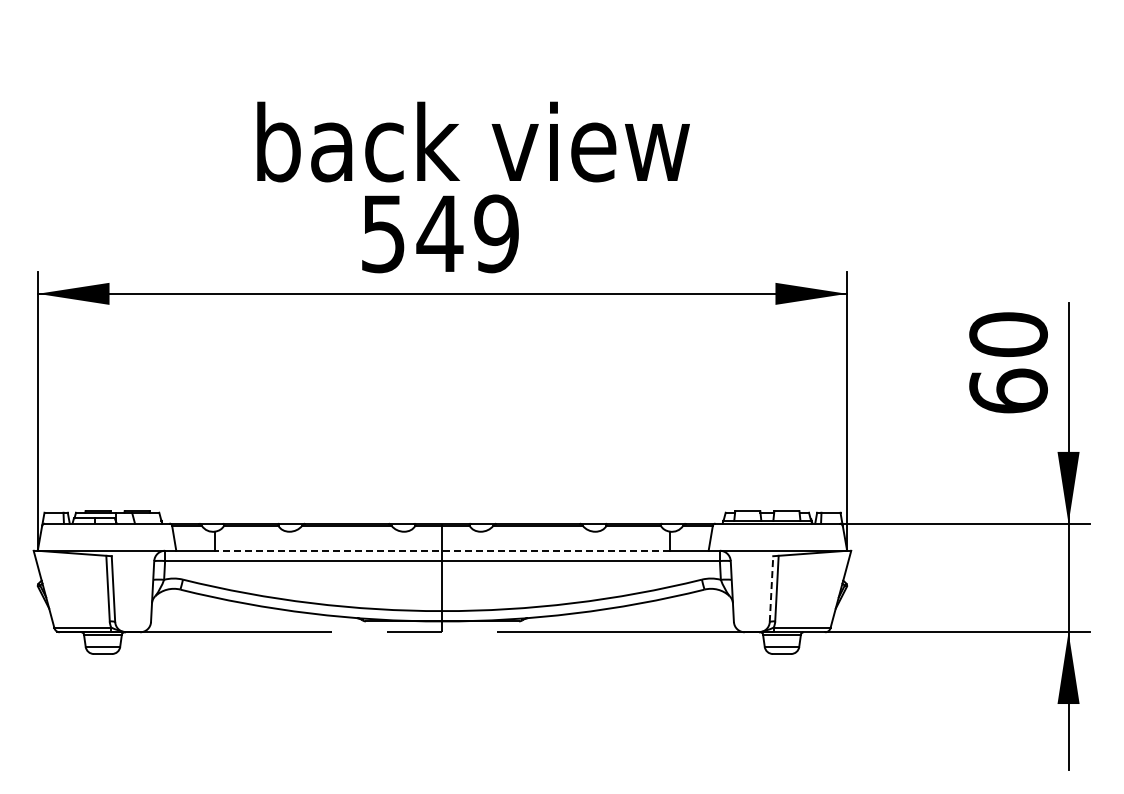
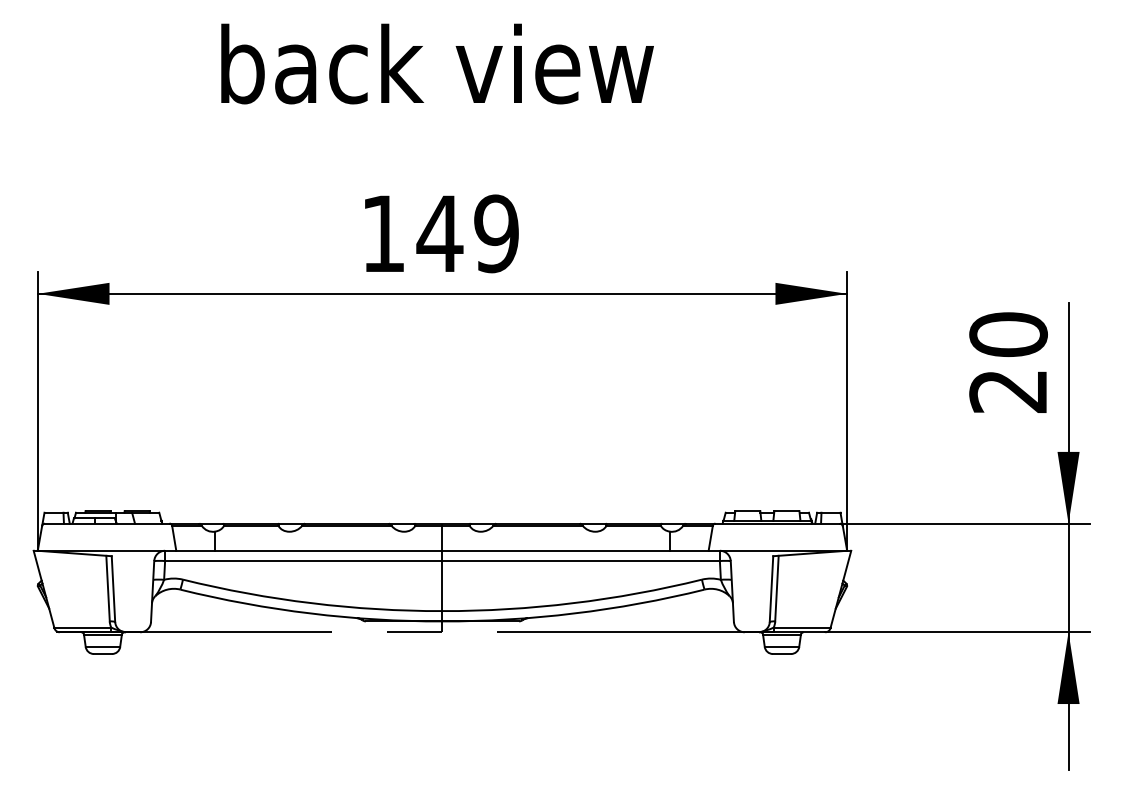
text at (473, 141) position: (473, 141) -> (437, 63)
text at (383, 234): 549 -> 149
text at (1008, 390): 60 -> 20
line at (441, 550): dashed -> solid
line at (771, 589): dashed -> solid
